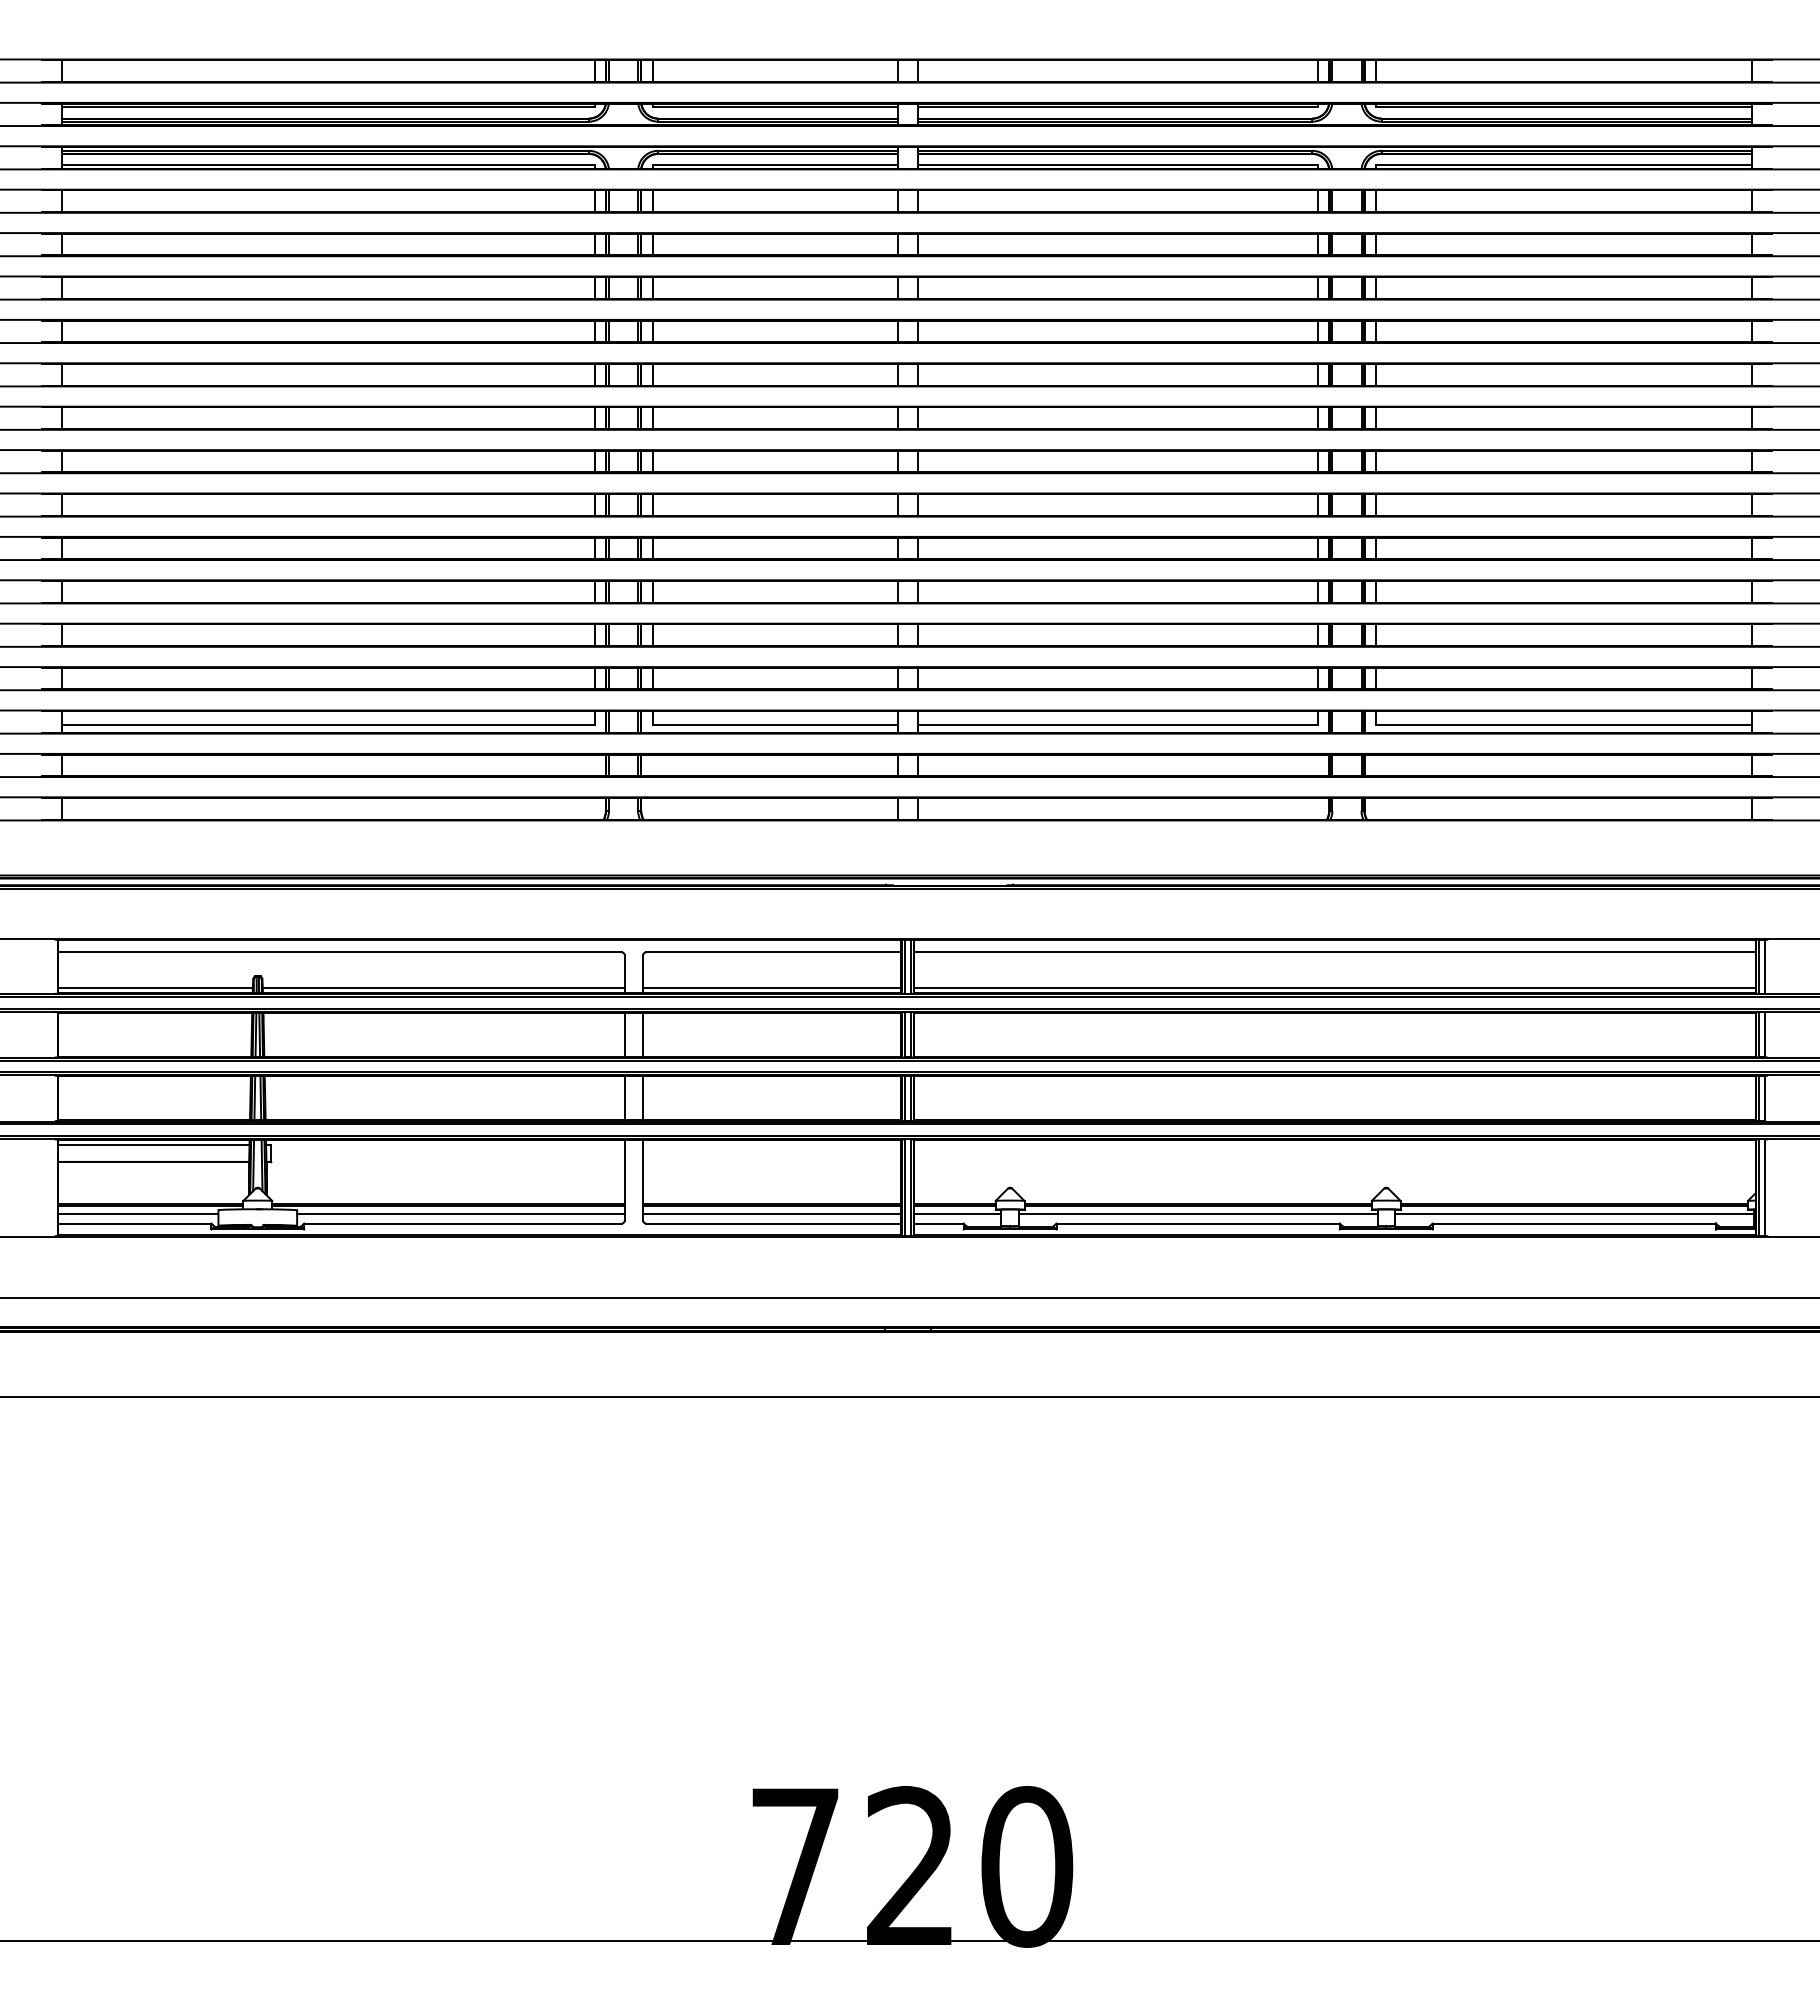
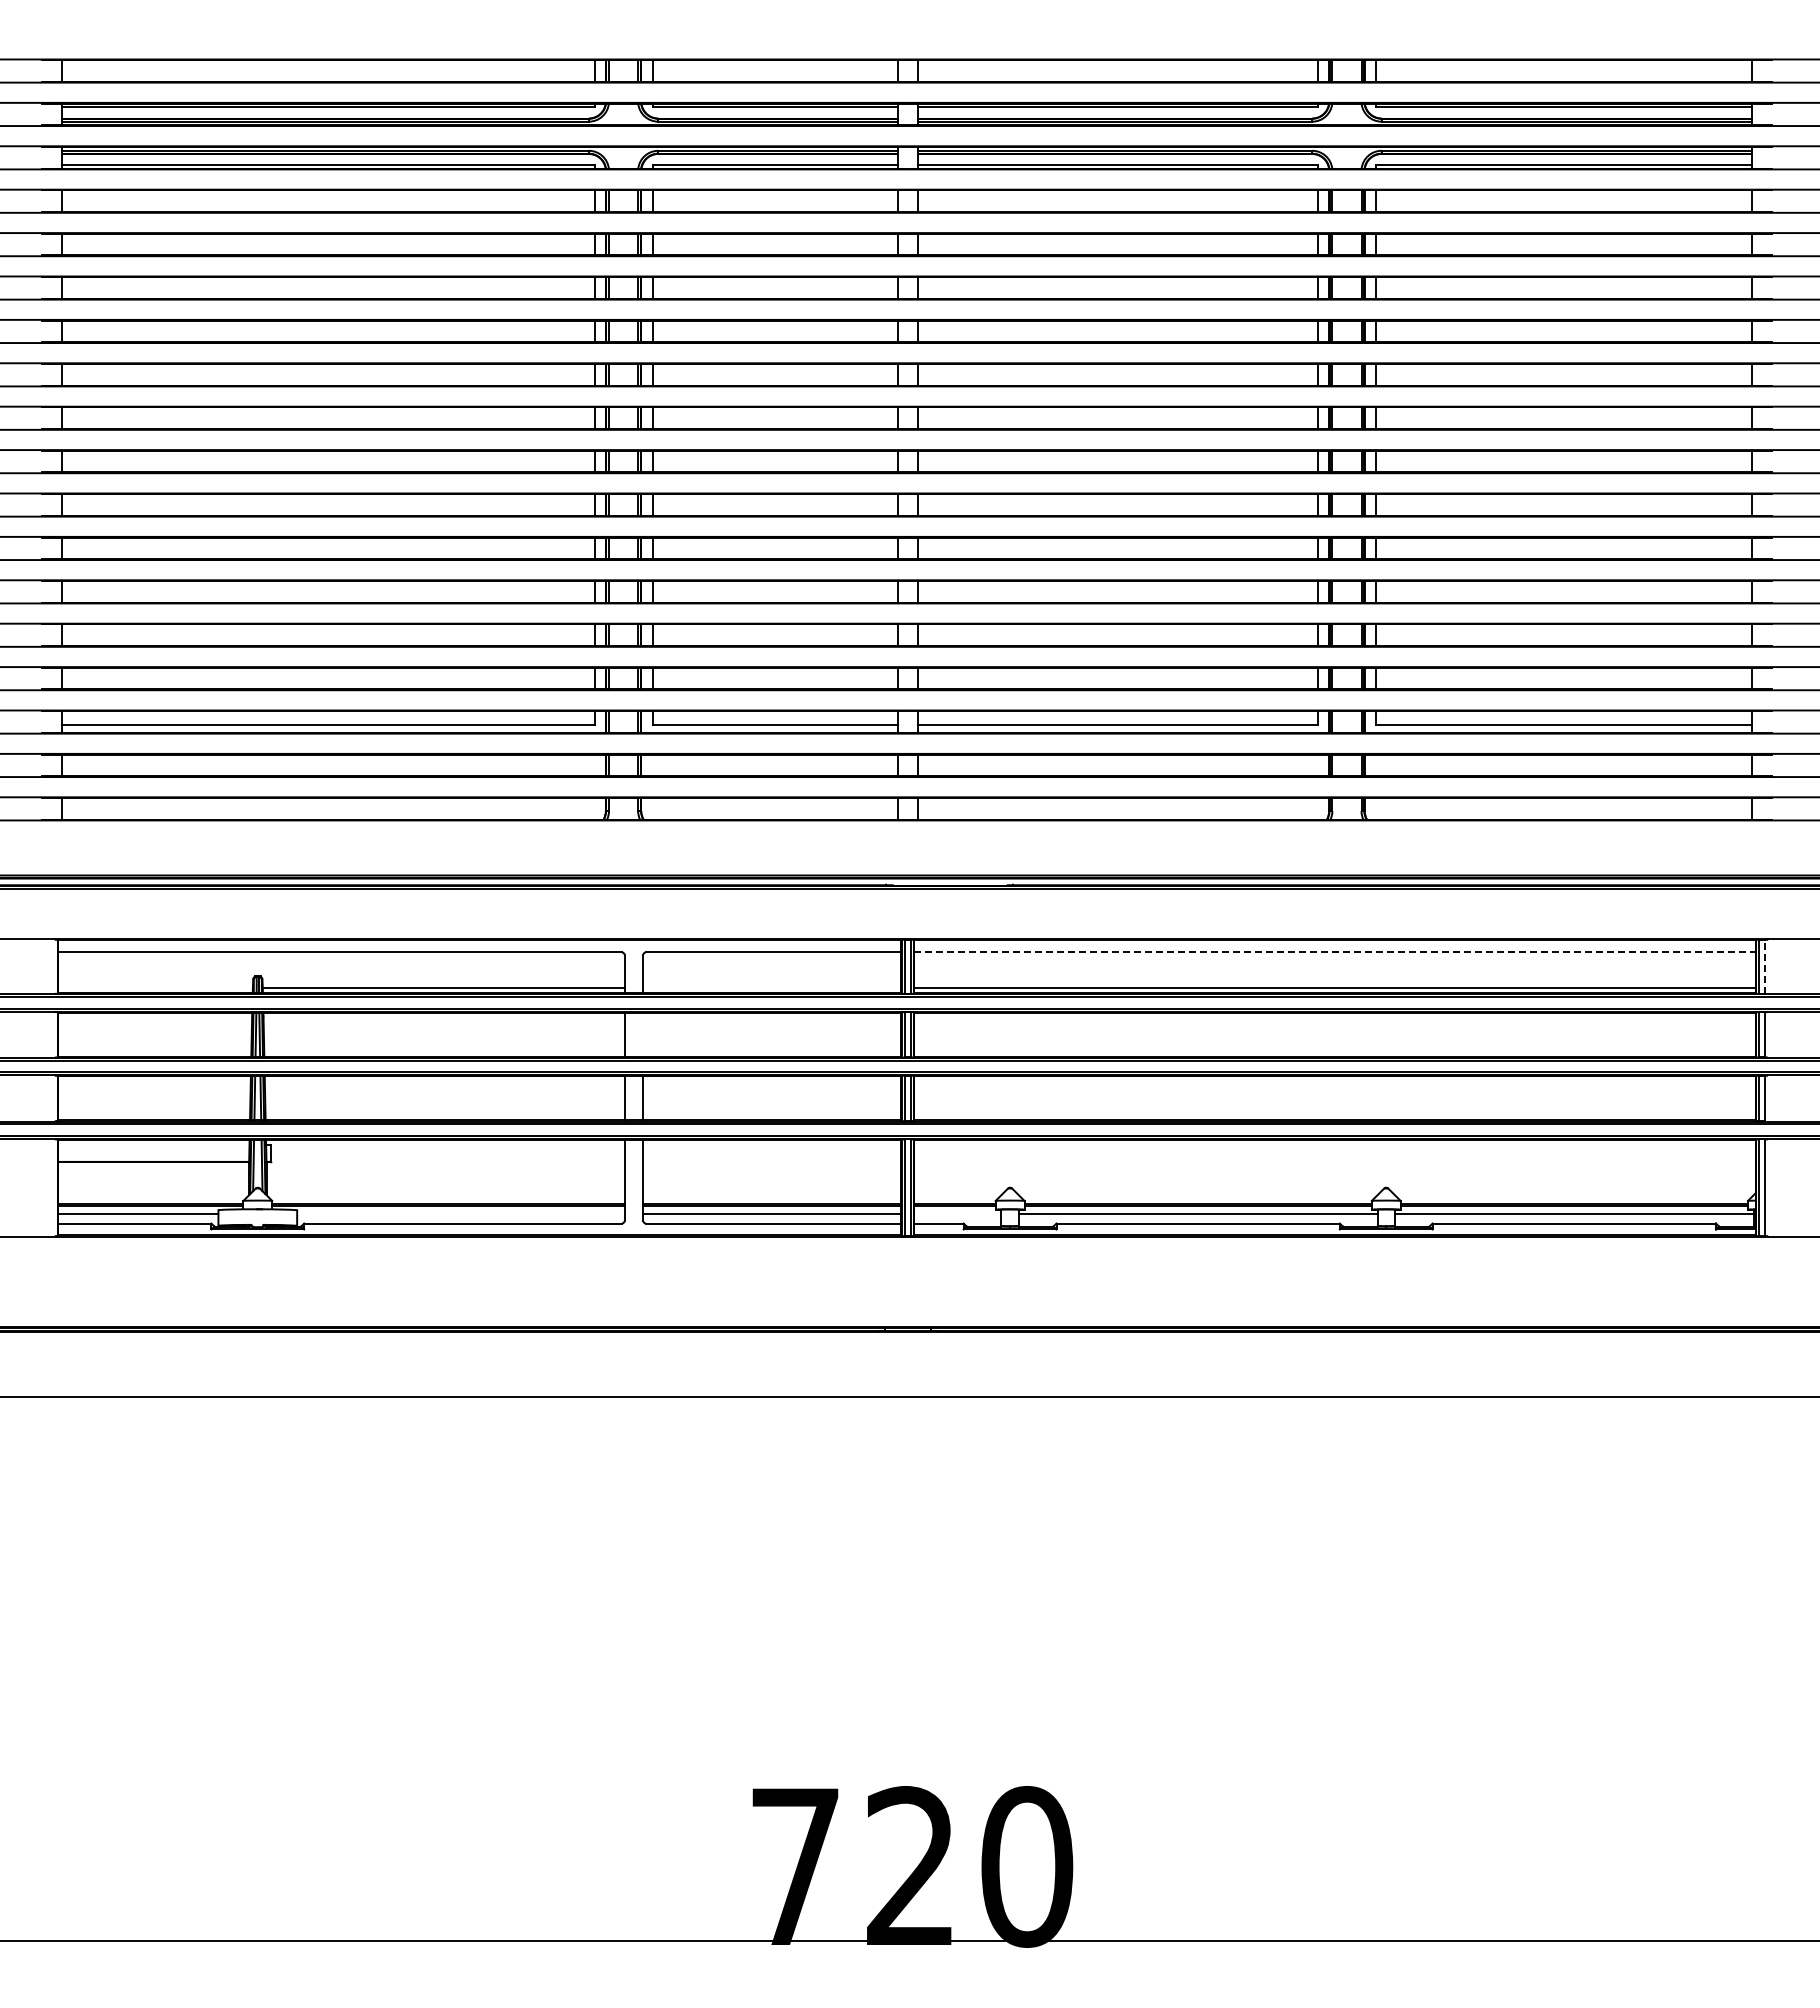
line at (1335, 952): solid -> dashed
line at (1765, 966): solid -> dashed
line at (155, 987): present -> none
line at (772, 987): present -> none
line at (643, 1034): present -> none
line at (153, 1144): present -> none
line at (460, 1213): present -> none
line at (957, 1213): present -> none
line at (909, 1297): present -> none
